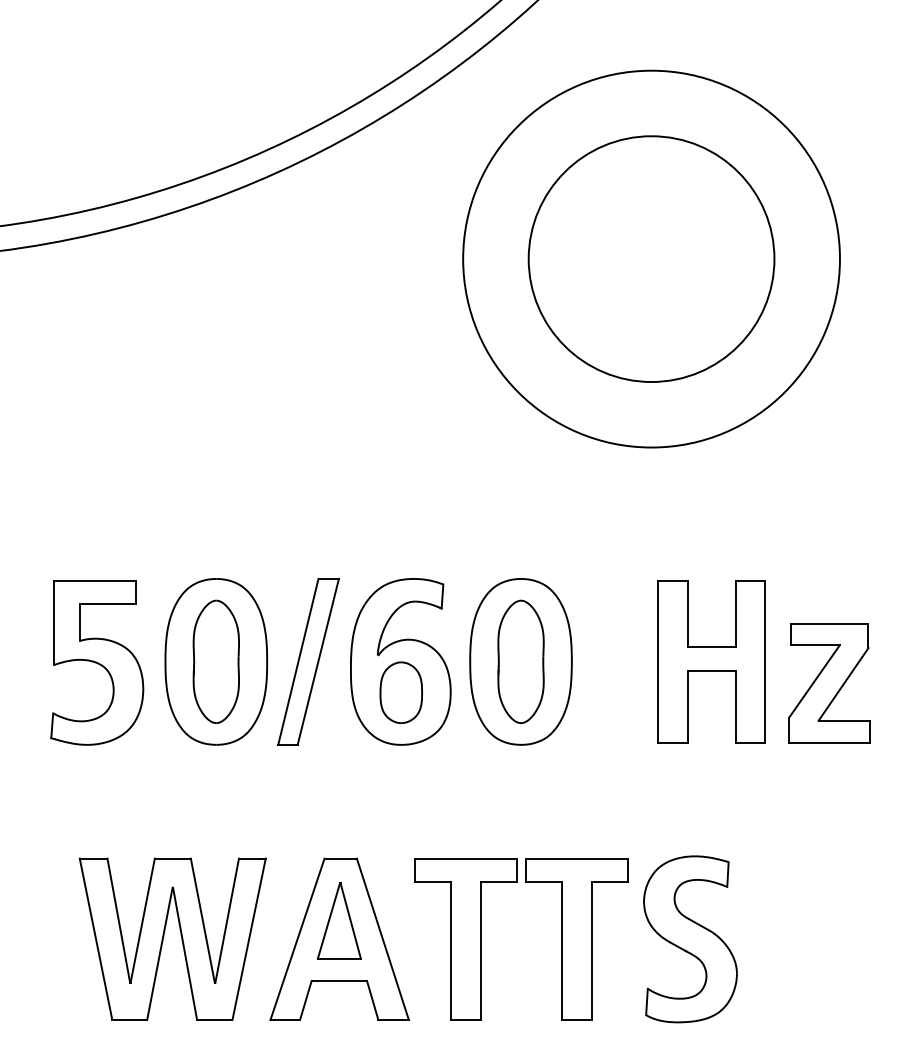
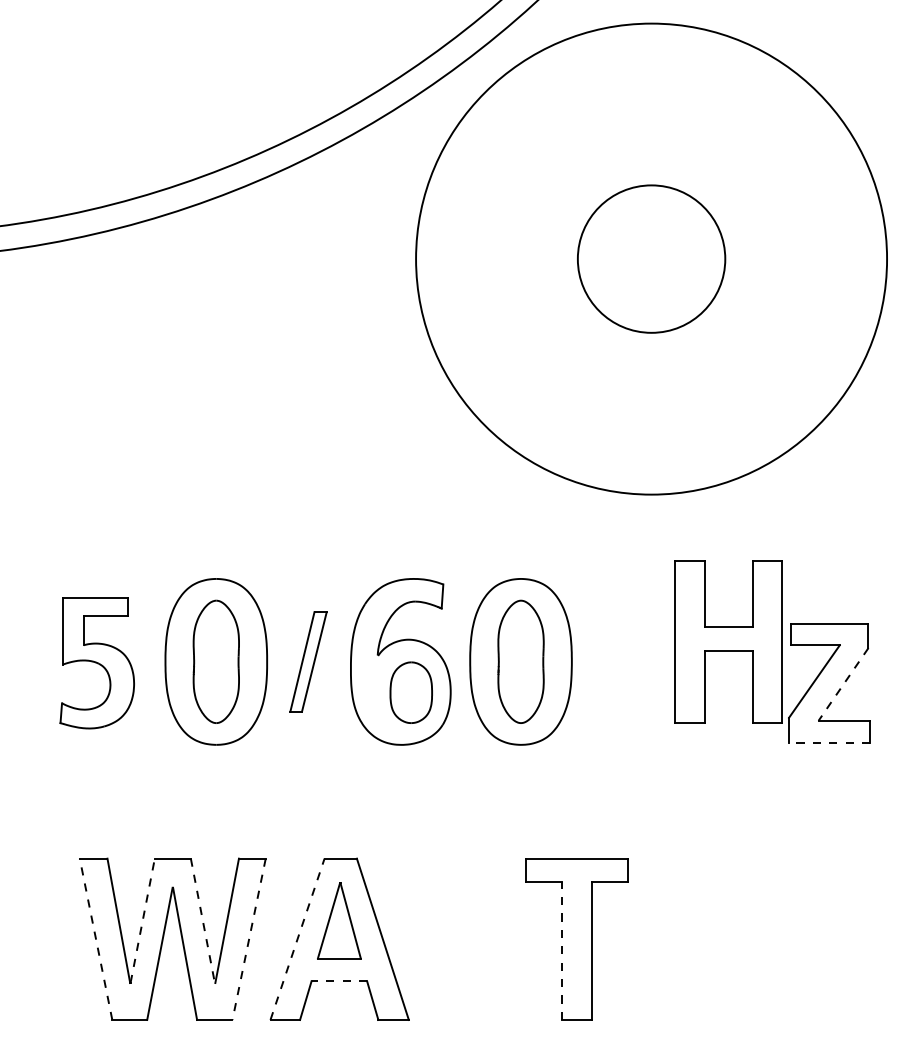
circle at (651, 258) diameter: 377 px -> 471 px
circle at (651, 259) diameter: 246 px -> 147 px
part at (308, 661) size: 63x168 px -> 39x102 px
part at (711, 661) position: (711, 661) -> (728, 641)
part at (97, 662) size: 95x166 px -> 76x133 px
line at (843, 684): solid -> dashed
part at (400, 692) position: (400, 692) -> (410, 692)
line at (829, 742): solid -> dashed
line at (142, 920): solid -> dashed
line at (202, 921): solid -> dashed
line at (95, 938): solid -> dashed
line at (297, 938): solid -> dashed
line at (249, 939): solid -> dashed
part at (465, 939): present -> none
part at (690, 939): present -> none
line at (562, 951): solid -> dashed
line at (339, 981): solid -> dashed
